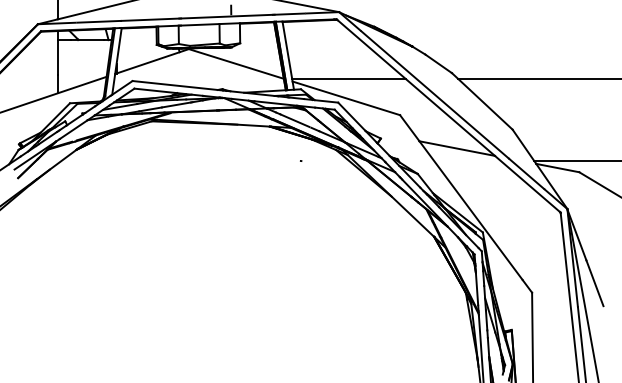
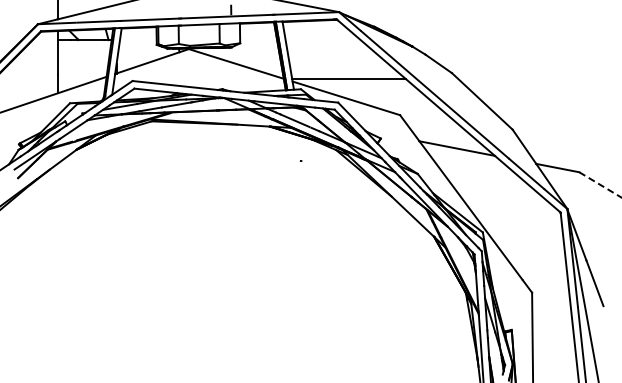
line at (538, 78): present -> none
line at (575, 160): present -> none
line at (600, 185): solid -> dashed
